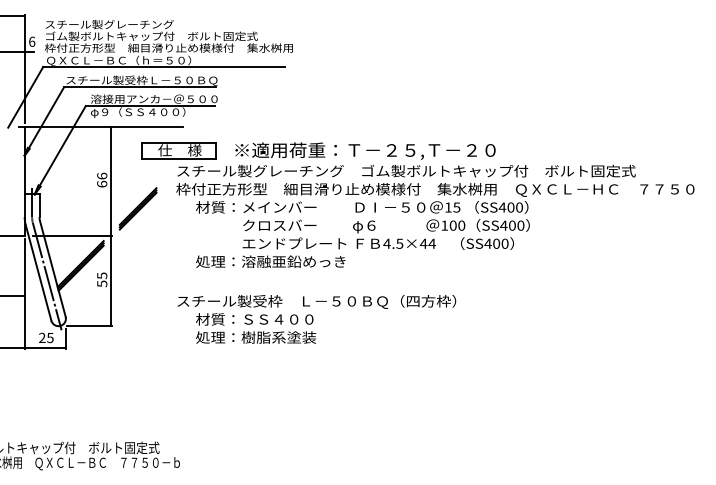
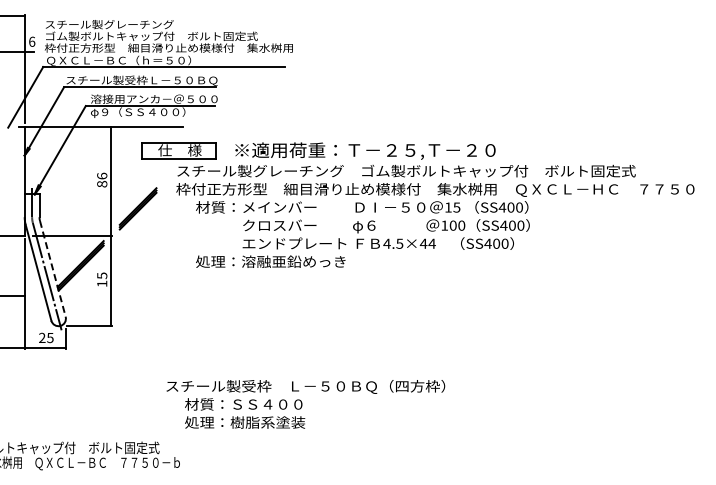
text at (102, 183): 66 -> 86
line at (52, 268): solid -> dashed
text at (102, 283): 55 -> 15
text at (316, 319) position: (316, 319) -> (305, 404)
